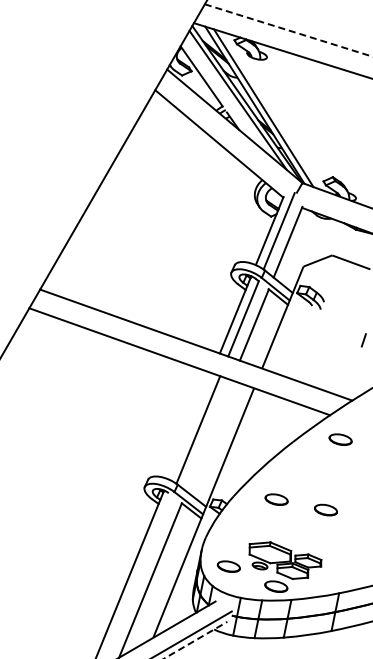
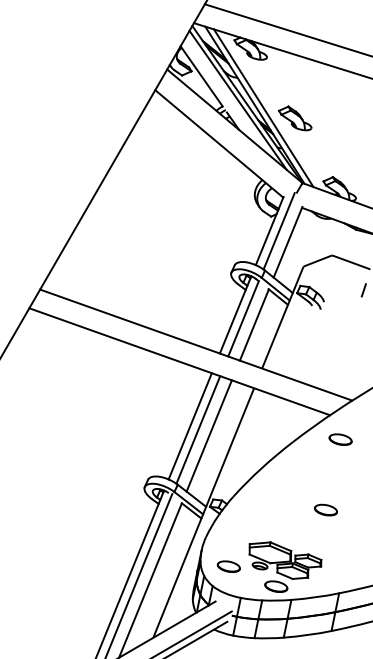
line at (288, 30): dashed -> solid
part at (294, 118): none -> present
line at (363, 340) position: (363, 340) -> (363, 290)
line at (189, 426): none -> present
line at (208, 435): none -> present
part at (276, 499): present -> none
line at (139, 574): none -> present
line at (196, 639): dashed -> solid
